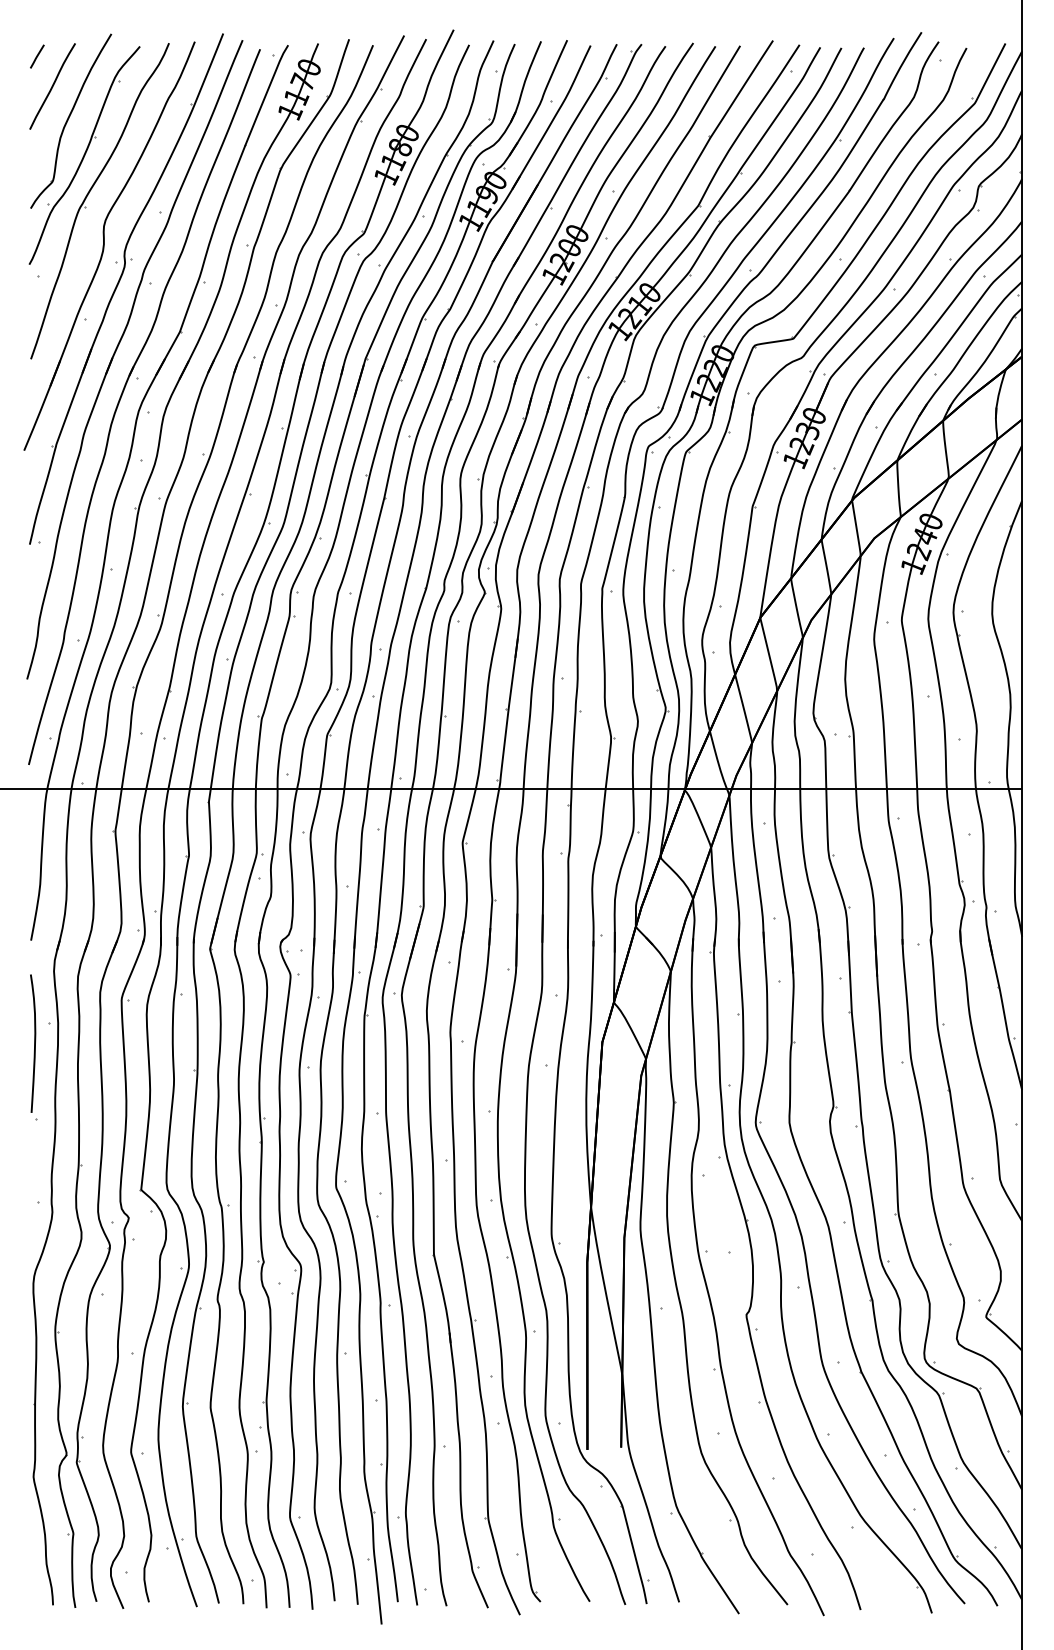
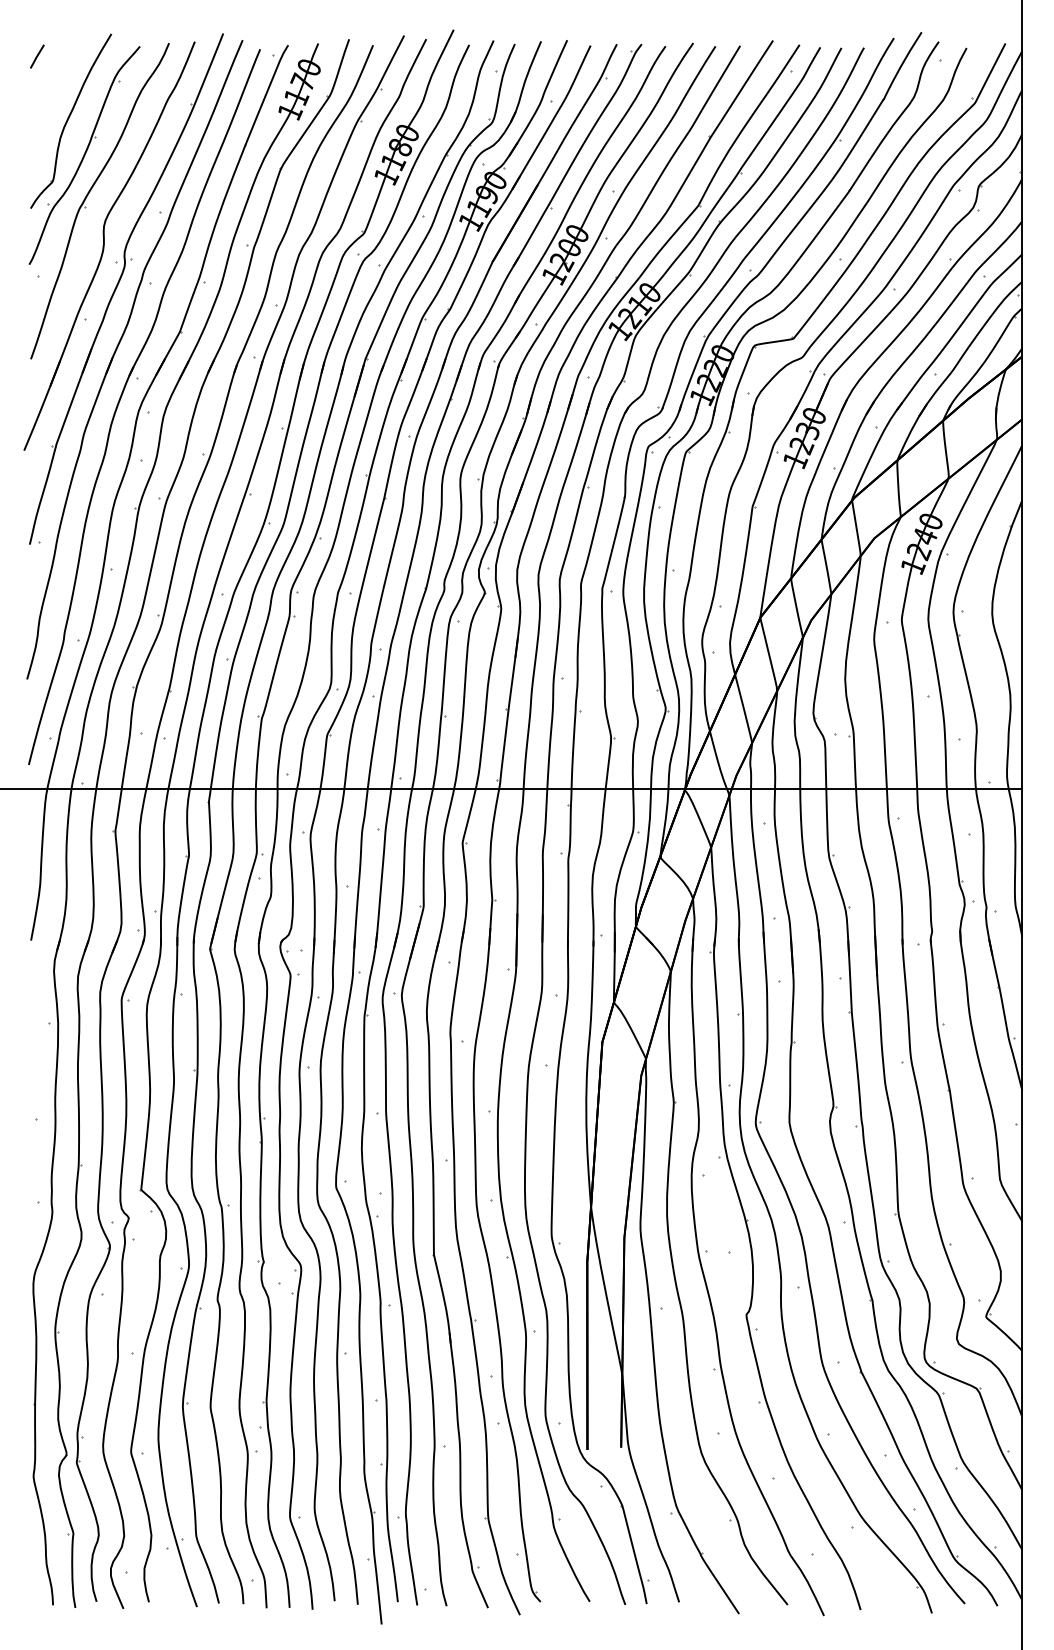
line at (52, 86): present -> none
curve at (34, 1043): present -> none
